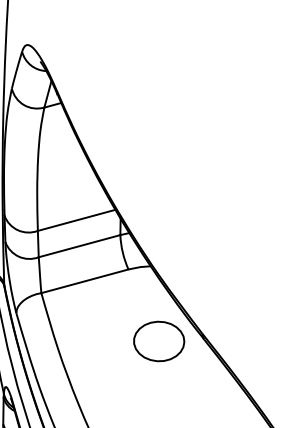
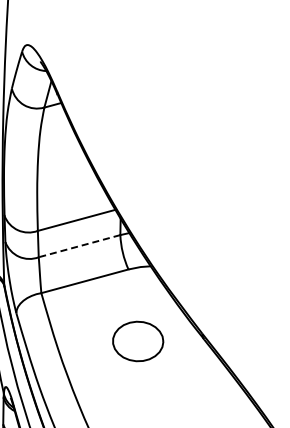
line at (79, 246): solid -> dashed
part at (159, 341) position: (159, 341) -> (138, 341)
